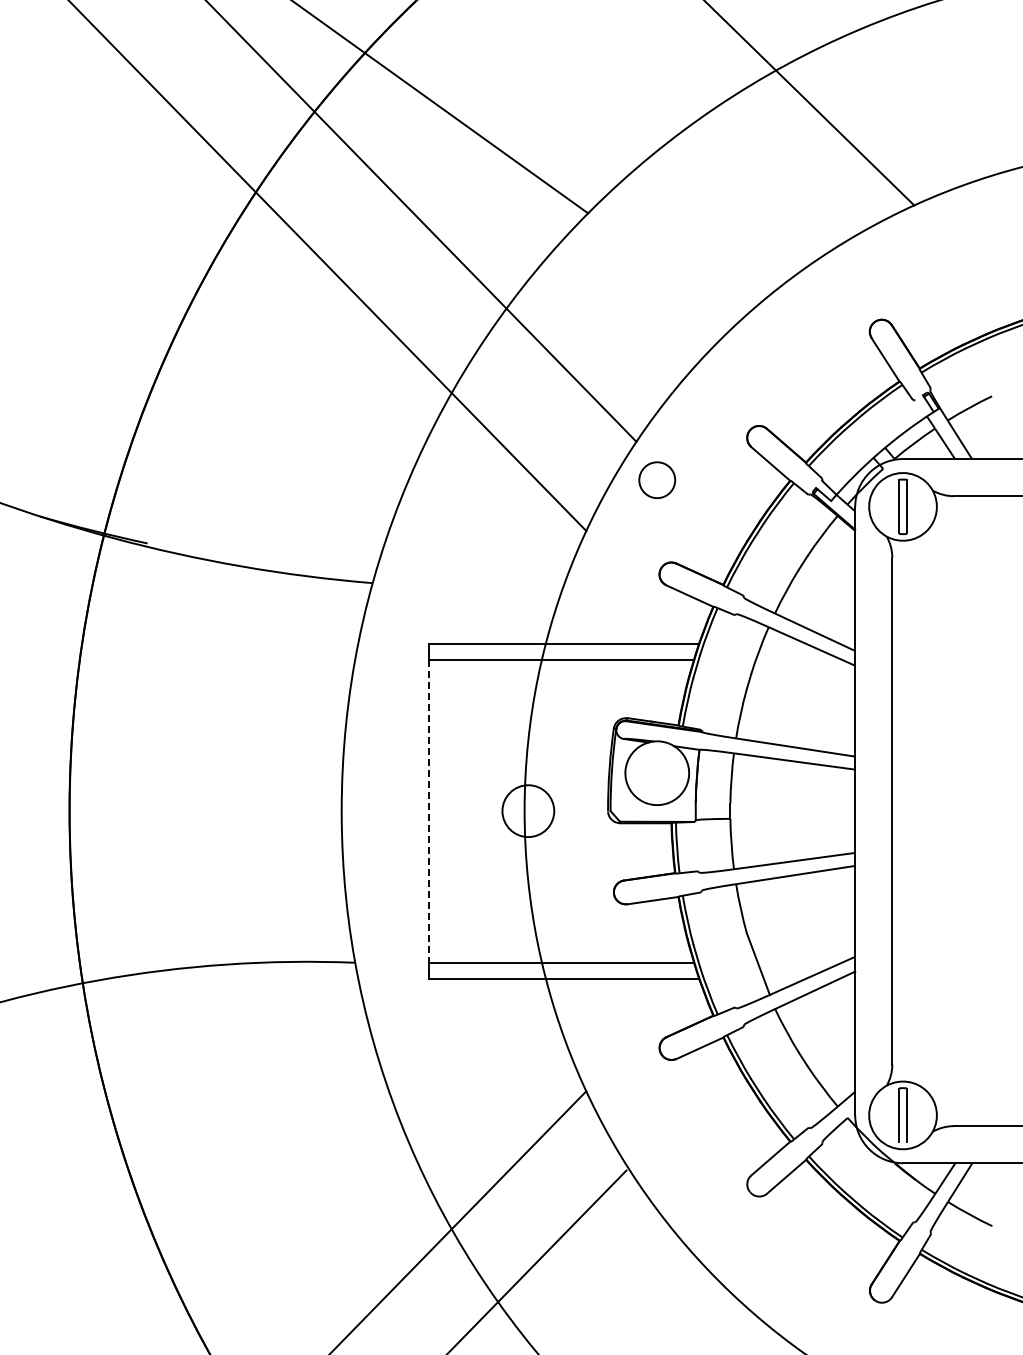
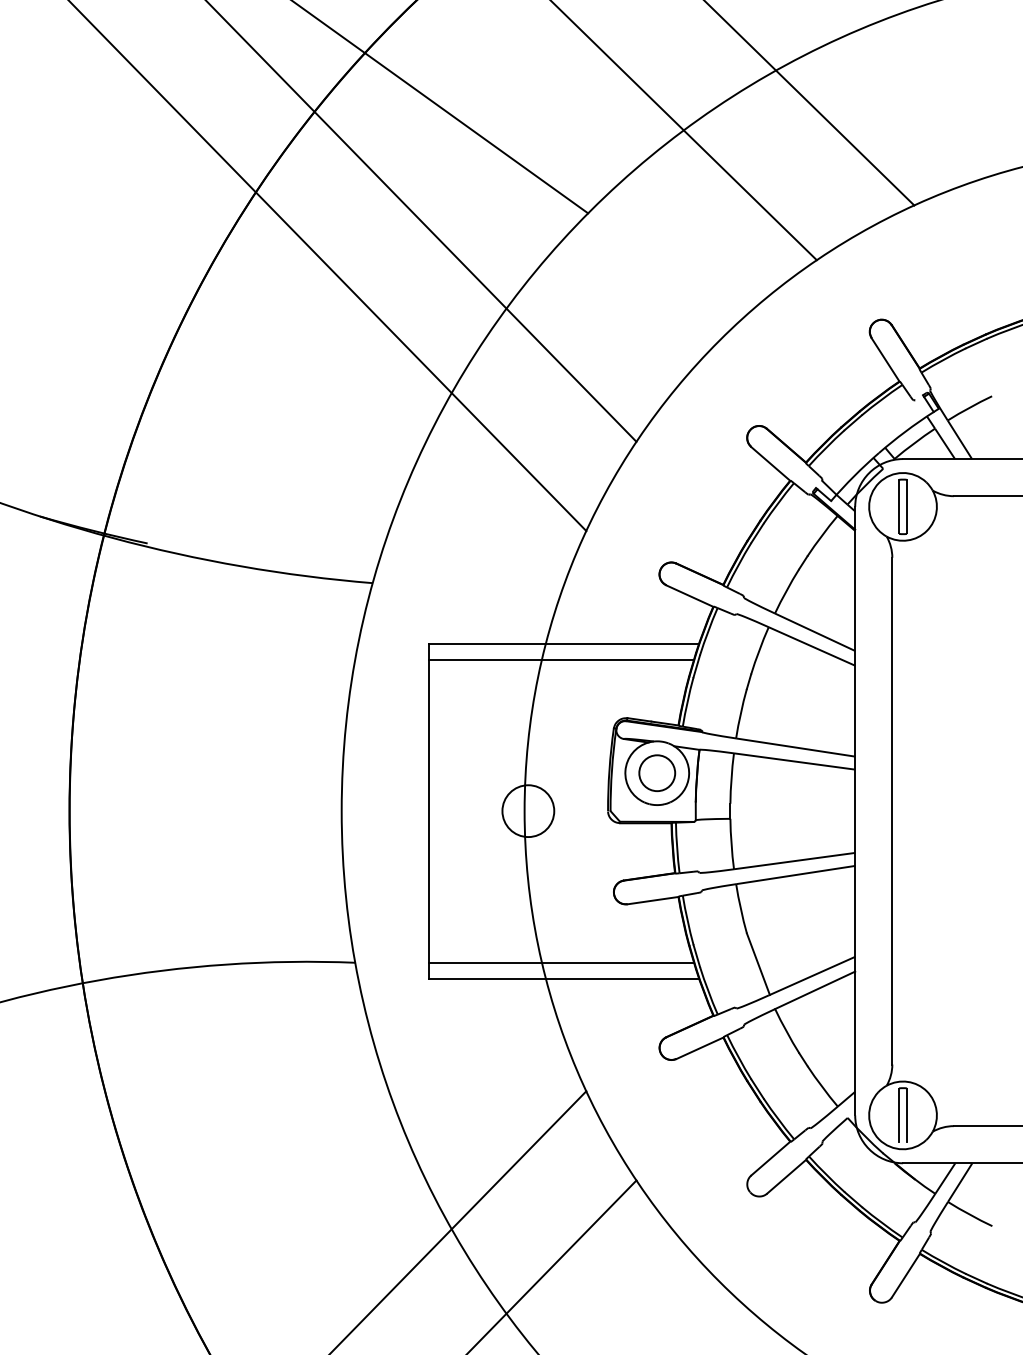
line at (684, 131): none -> present
circle at (657, 480) position: (657, 480) -> (657, 773)
line at (428, 811): dashed -> solid
line at (537, 1260) position: (537, 1260) -> (552, 1265)
